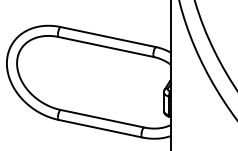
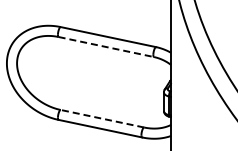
line at (106, 47): solid -> dashed
line at (102, 118): solid -> dashed
